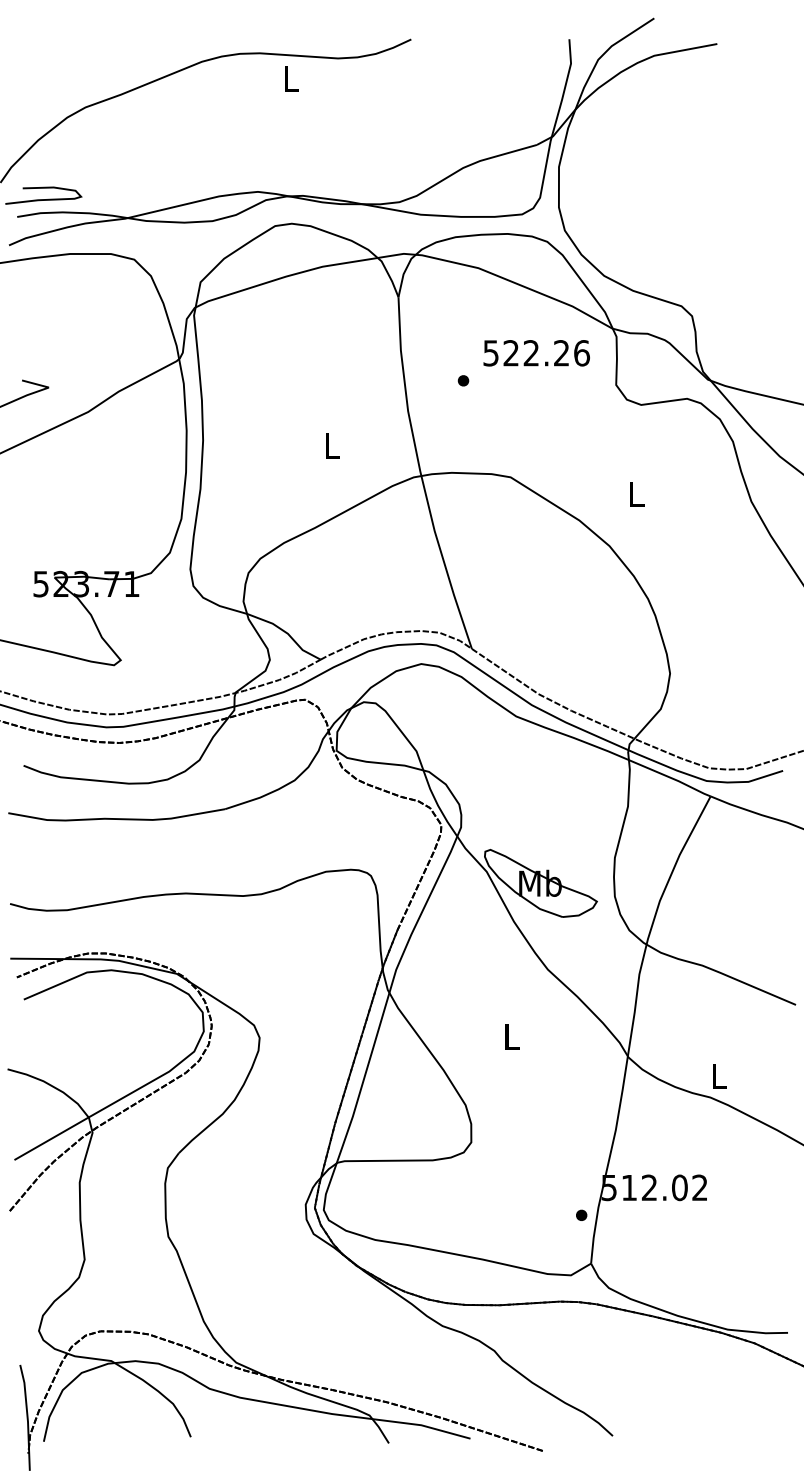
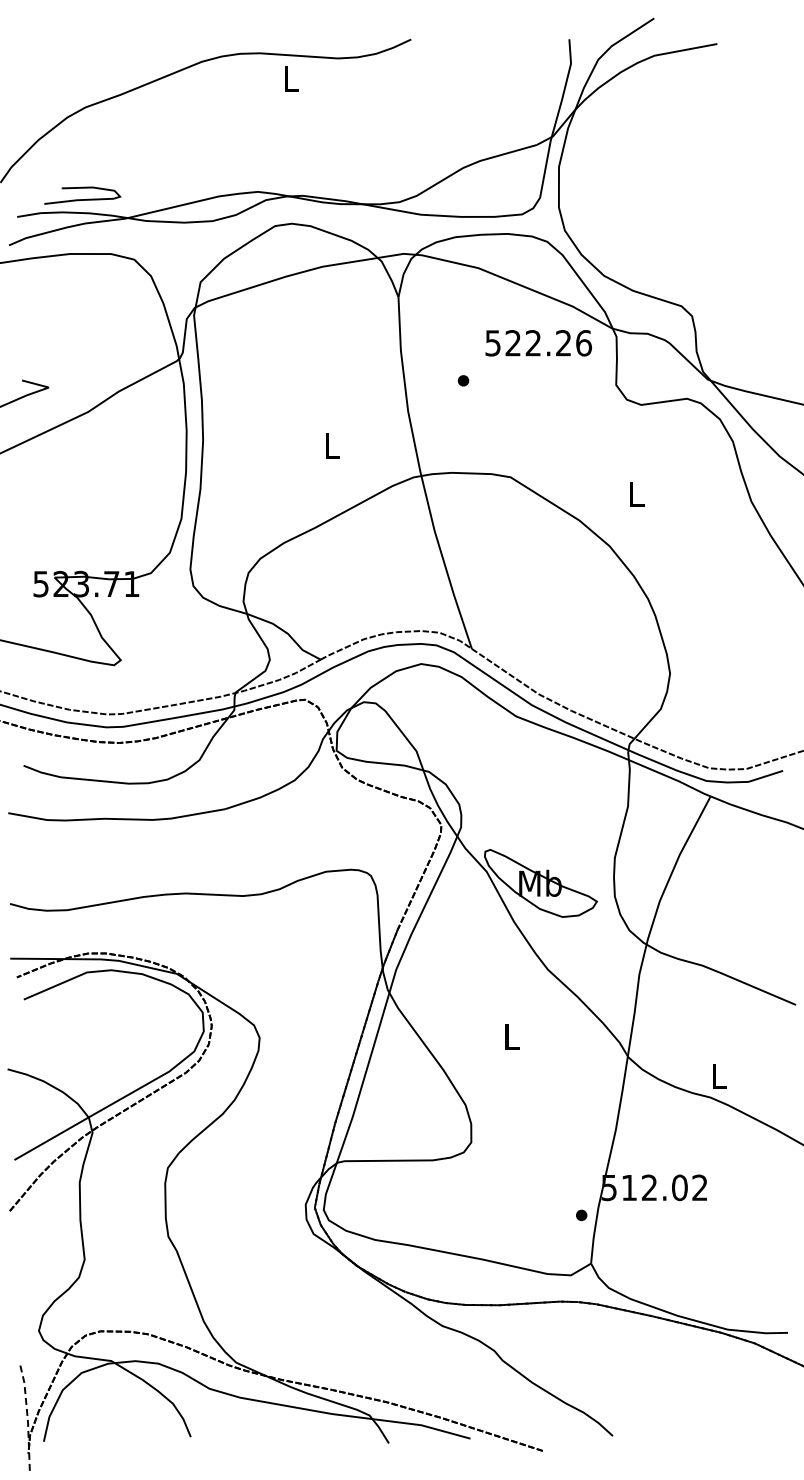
curve at (43, 199) position: (43, 199) -> (82, 199)
text at (536, 353) position: (536, 353) -> (538, 343)
line at (27, 1417): solid -> dashed
